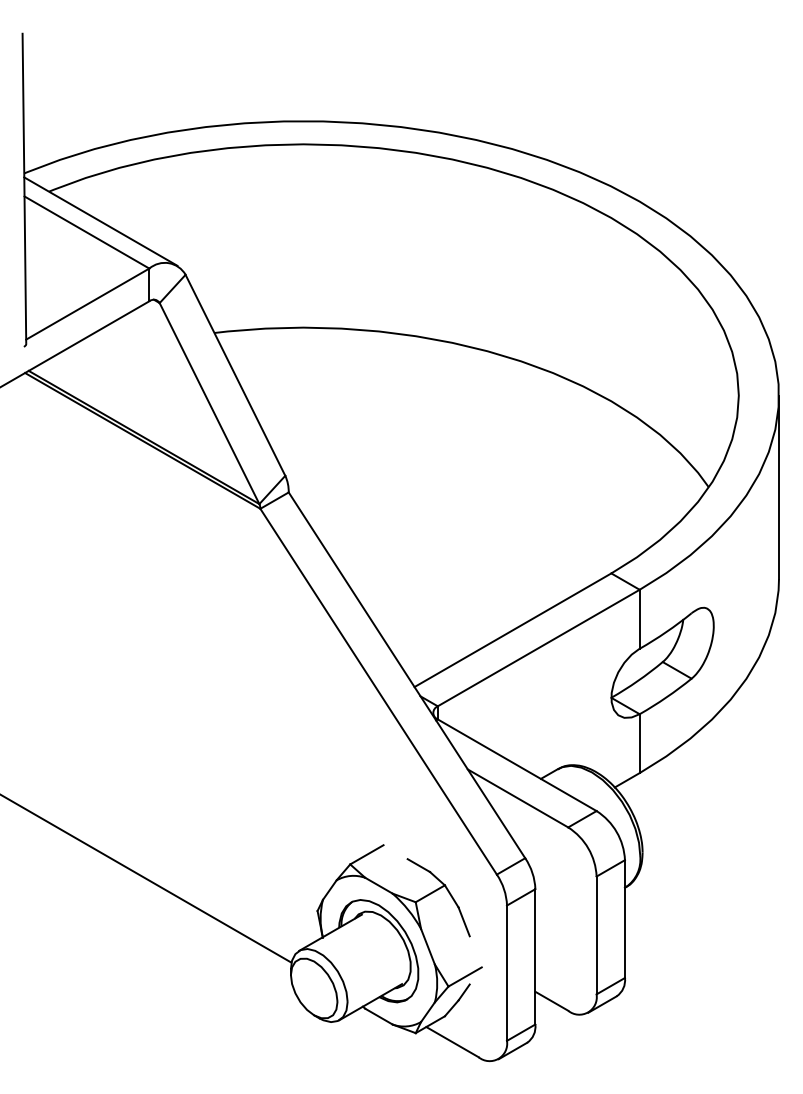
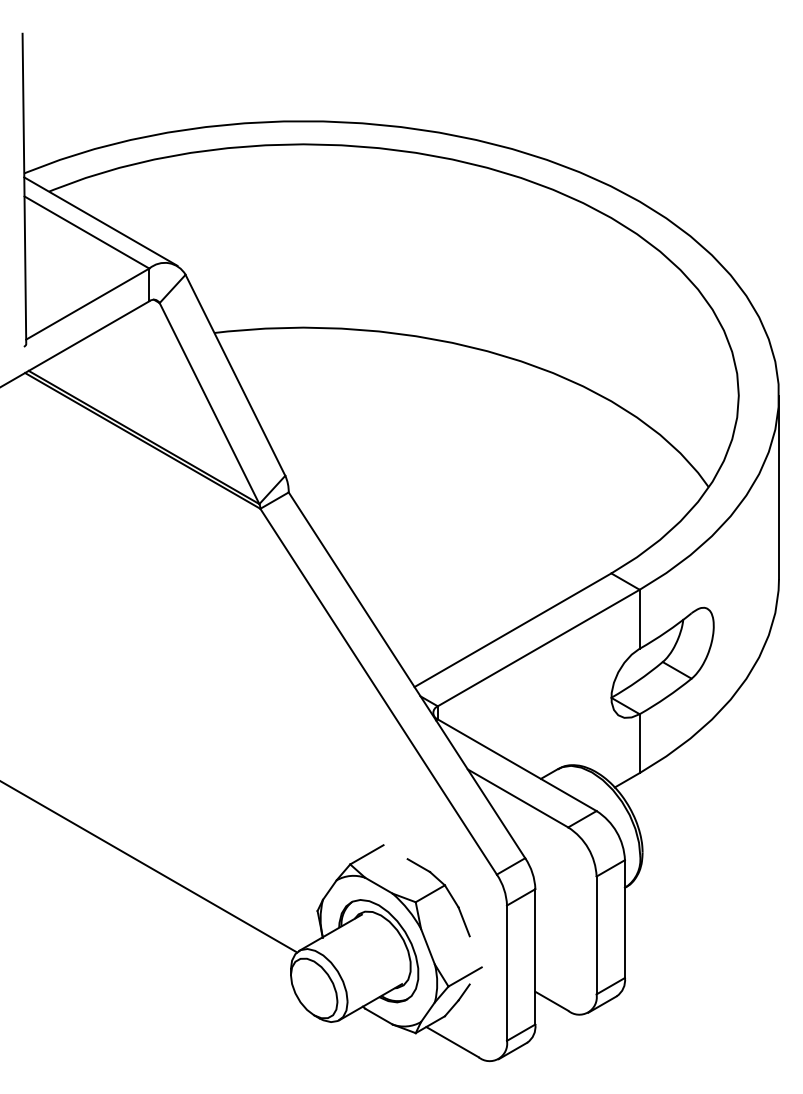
line at (146, 878) position: (146, 878) -> (149, 867)
